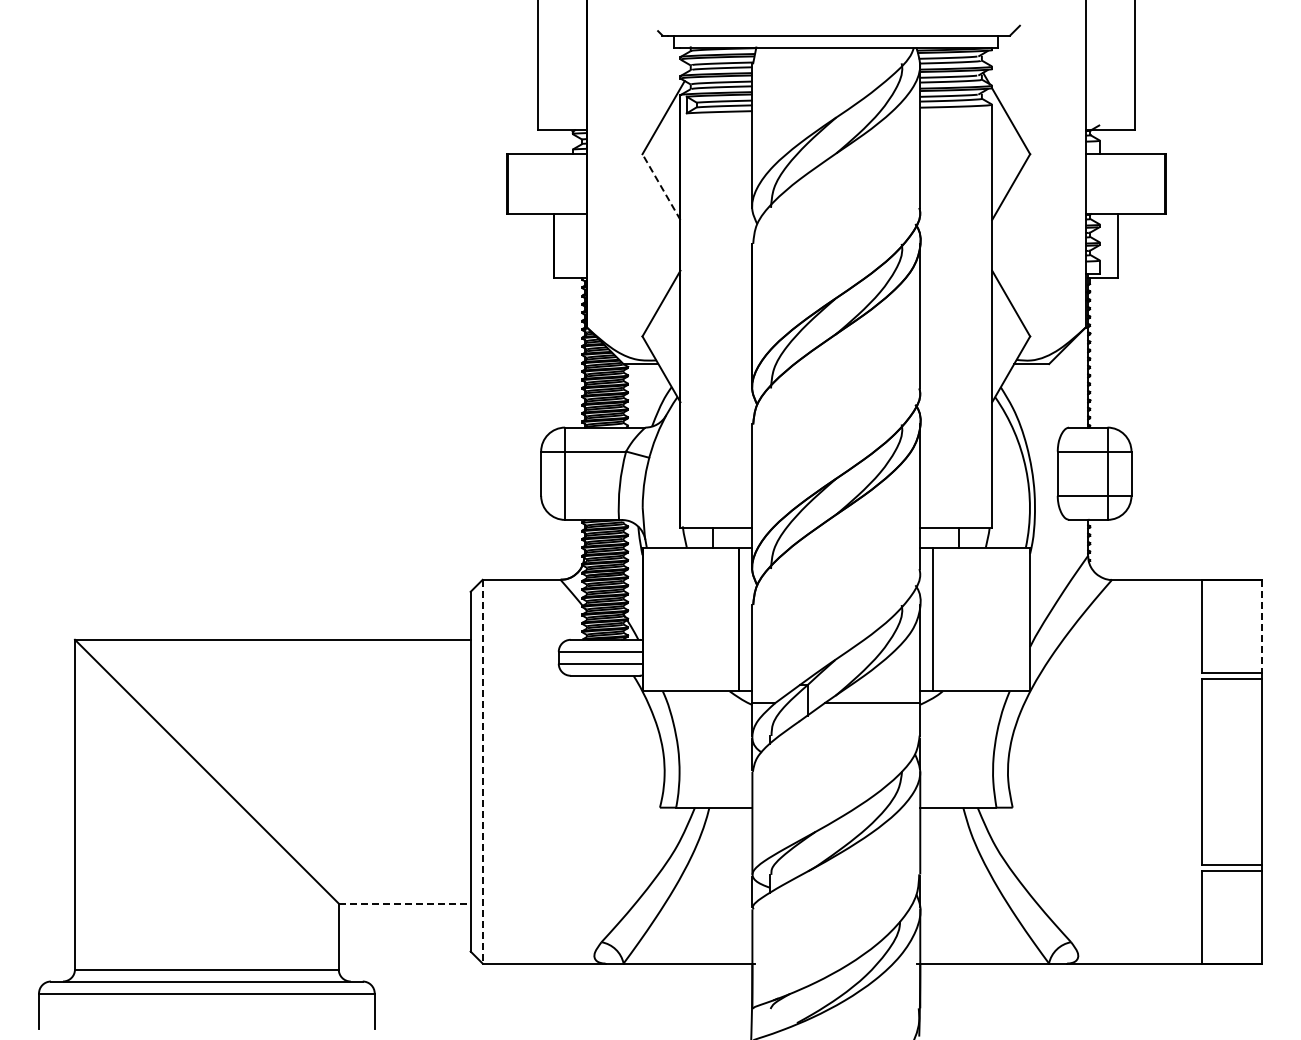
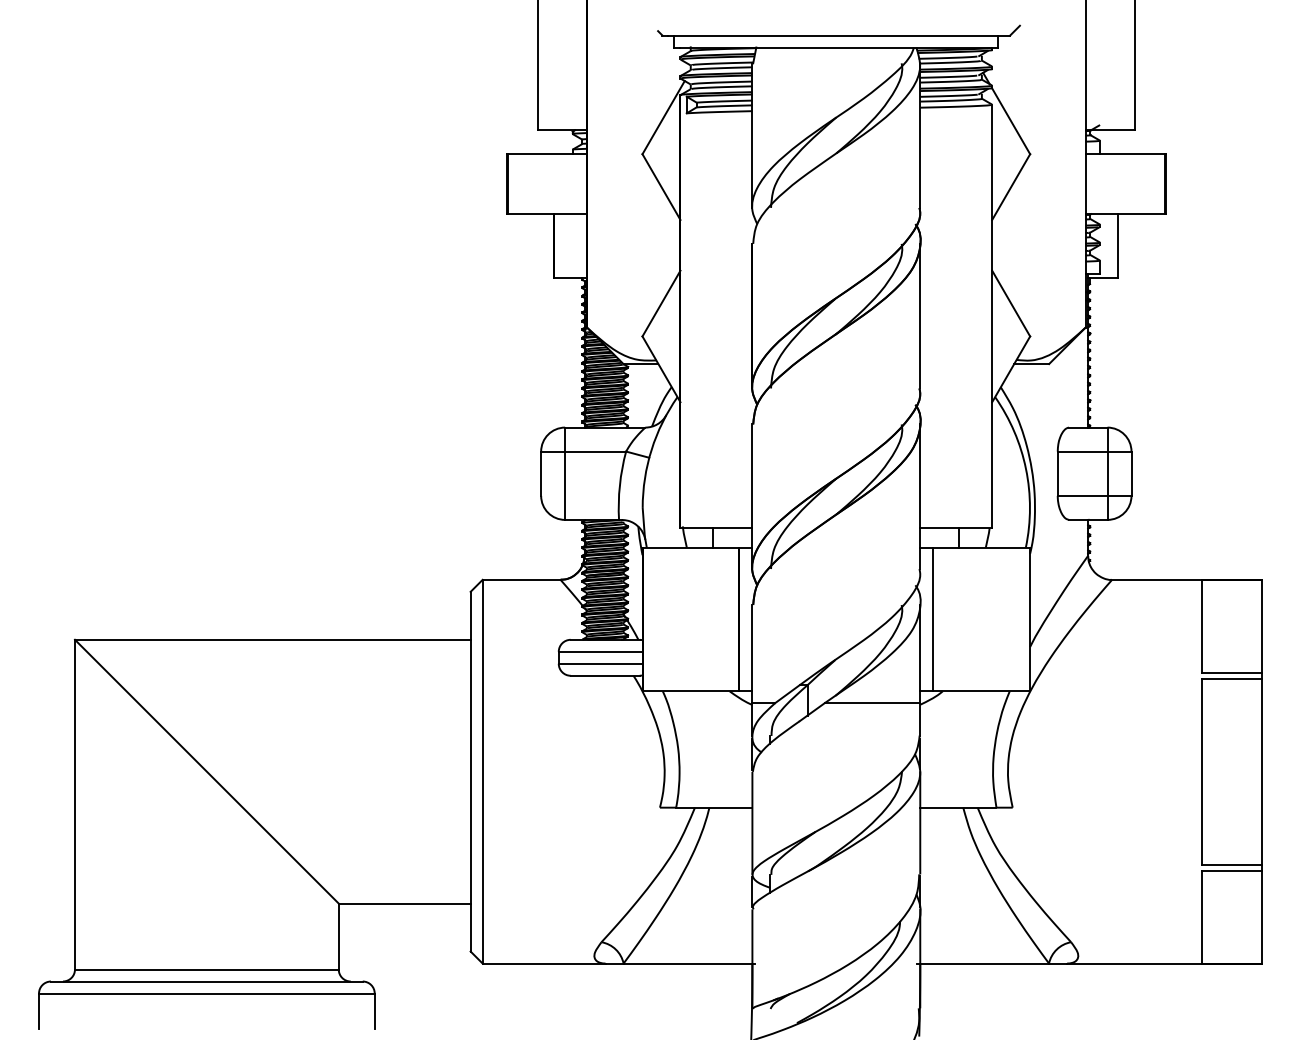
line at (661, 187): dashed -> solid
line at (1261, 626): dashed -> solid
line at (482, 771): dashed -> solid
line at (404, 903): dashed -> solid
